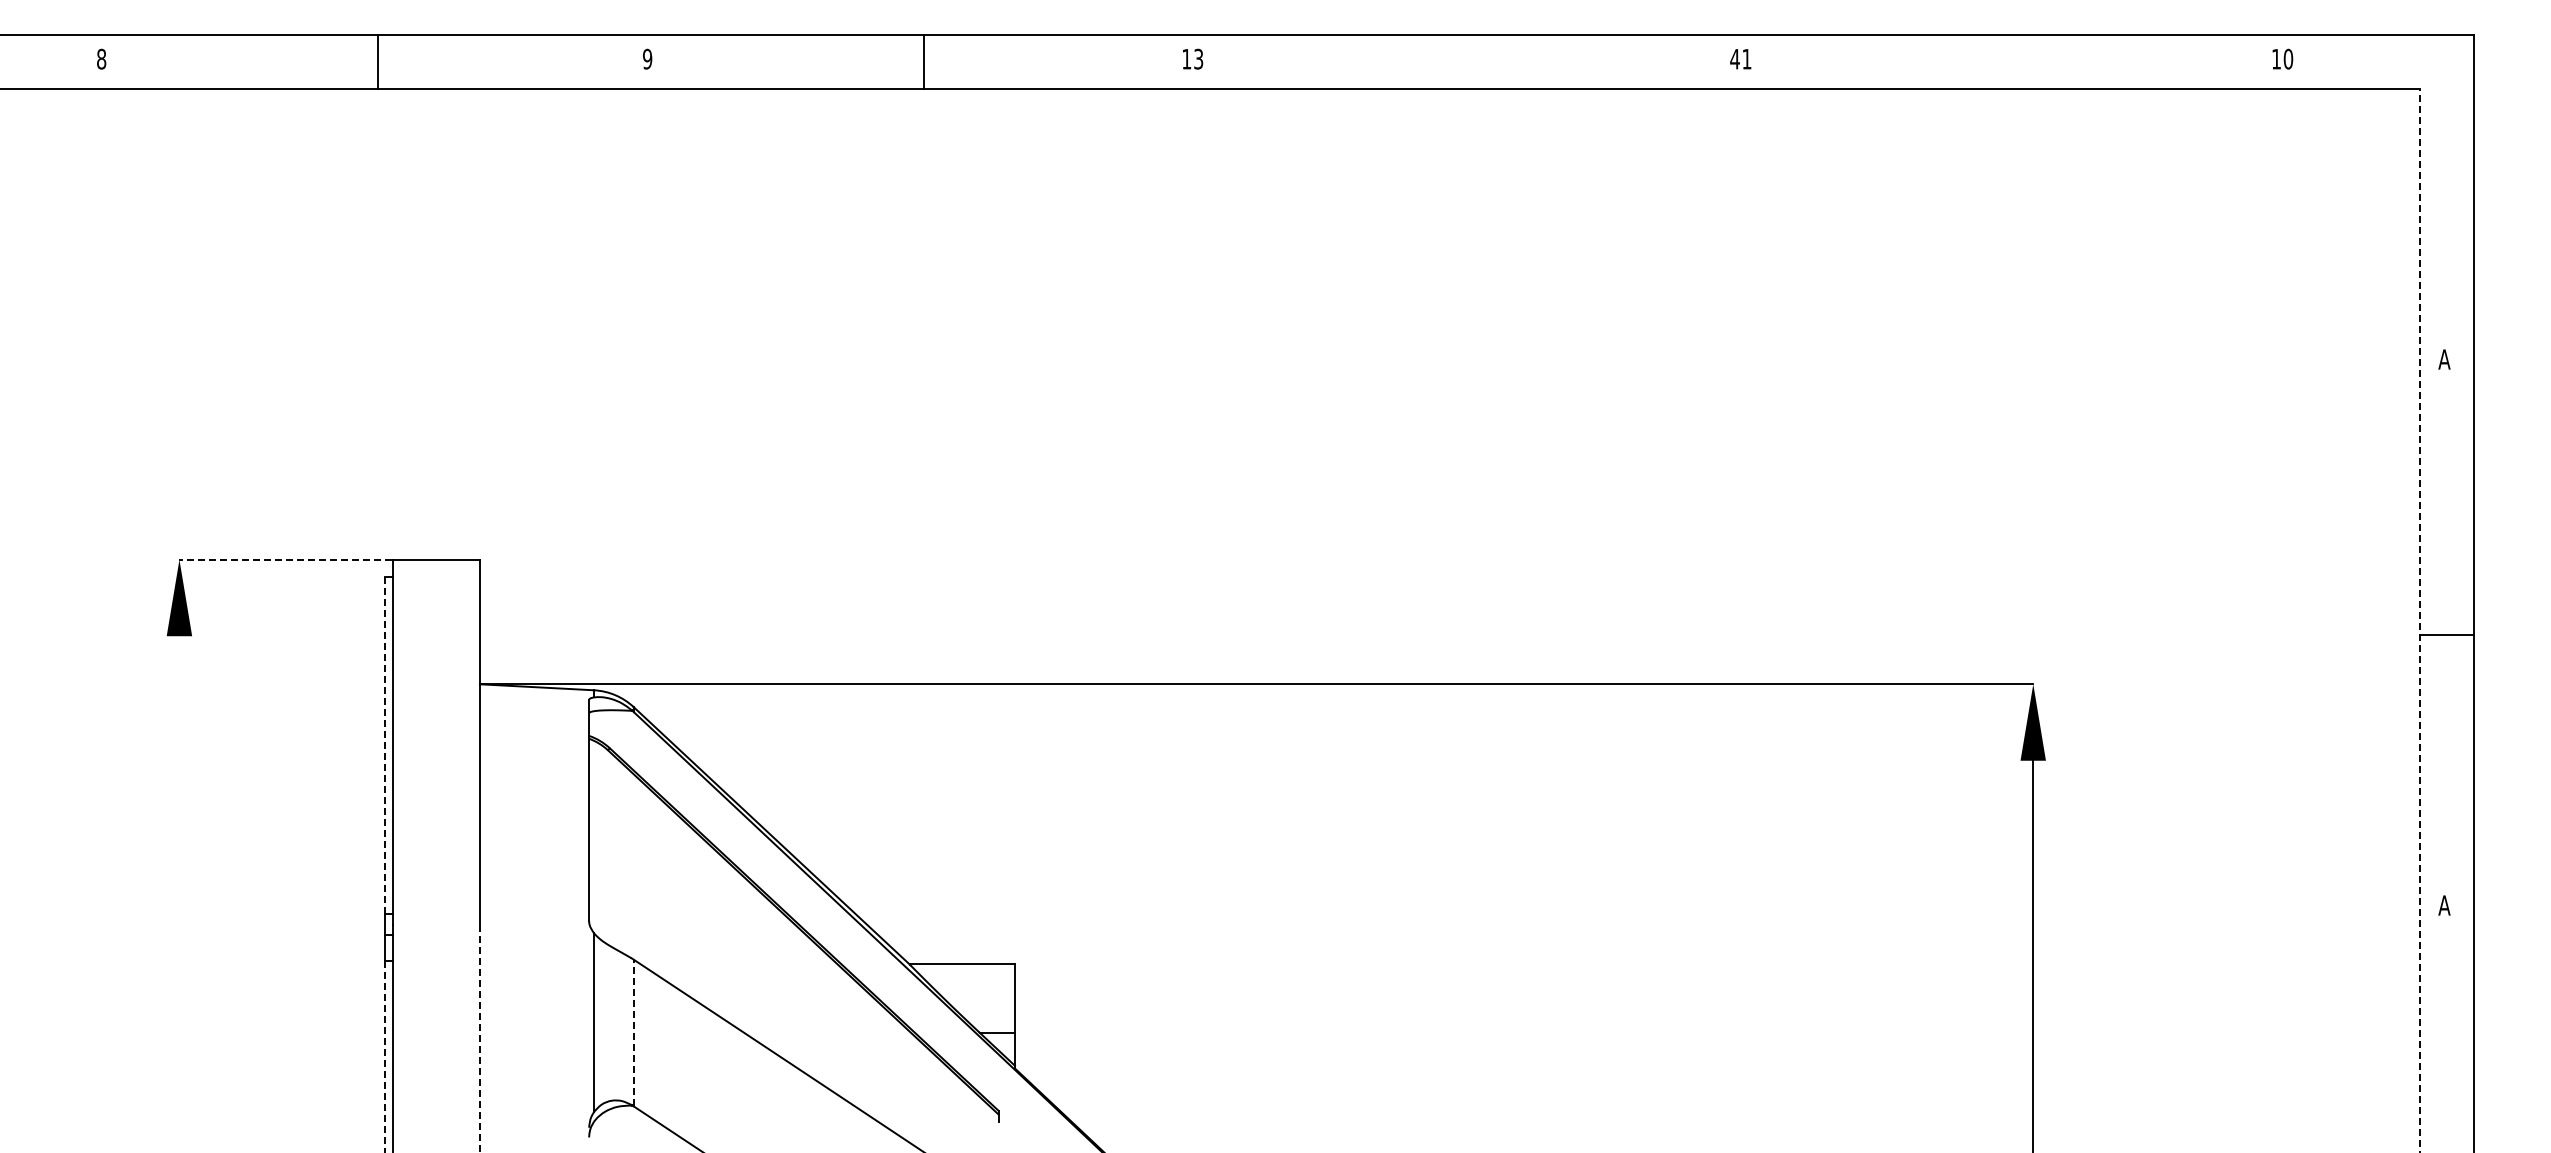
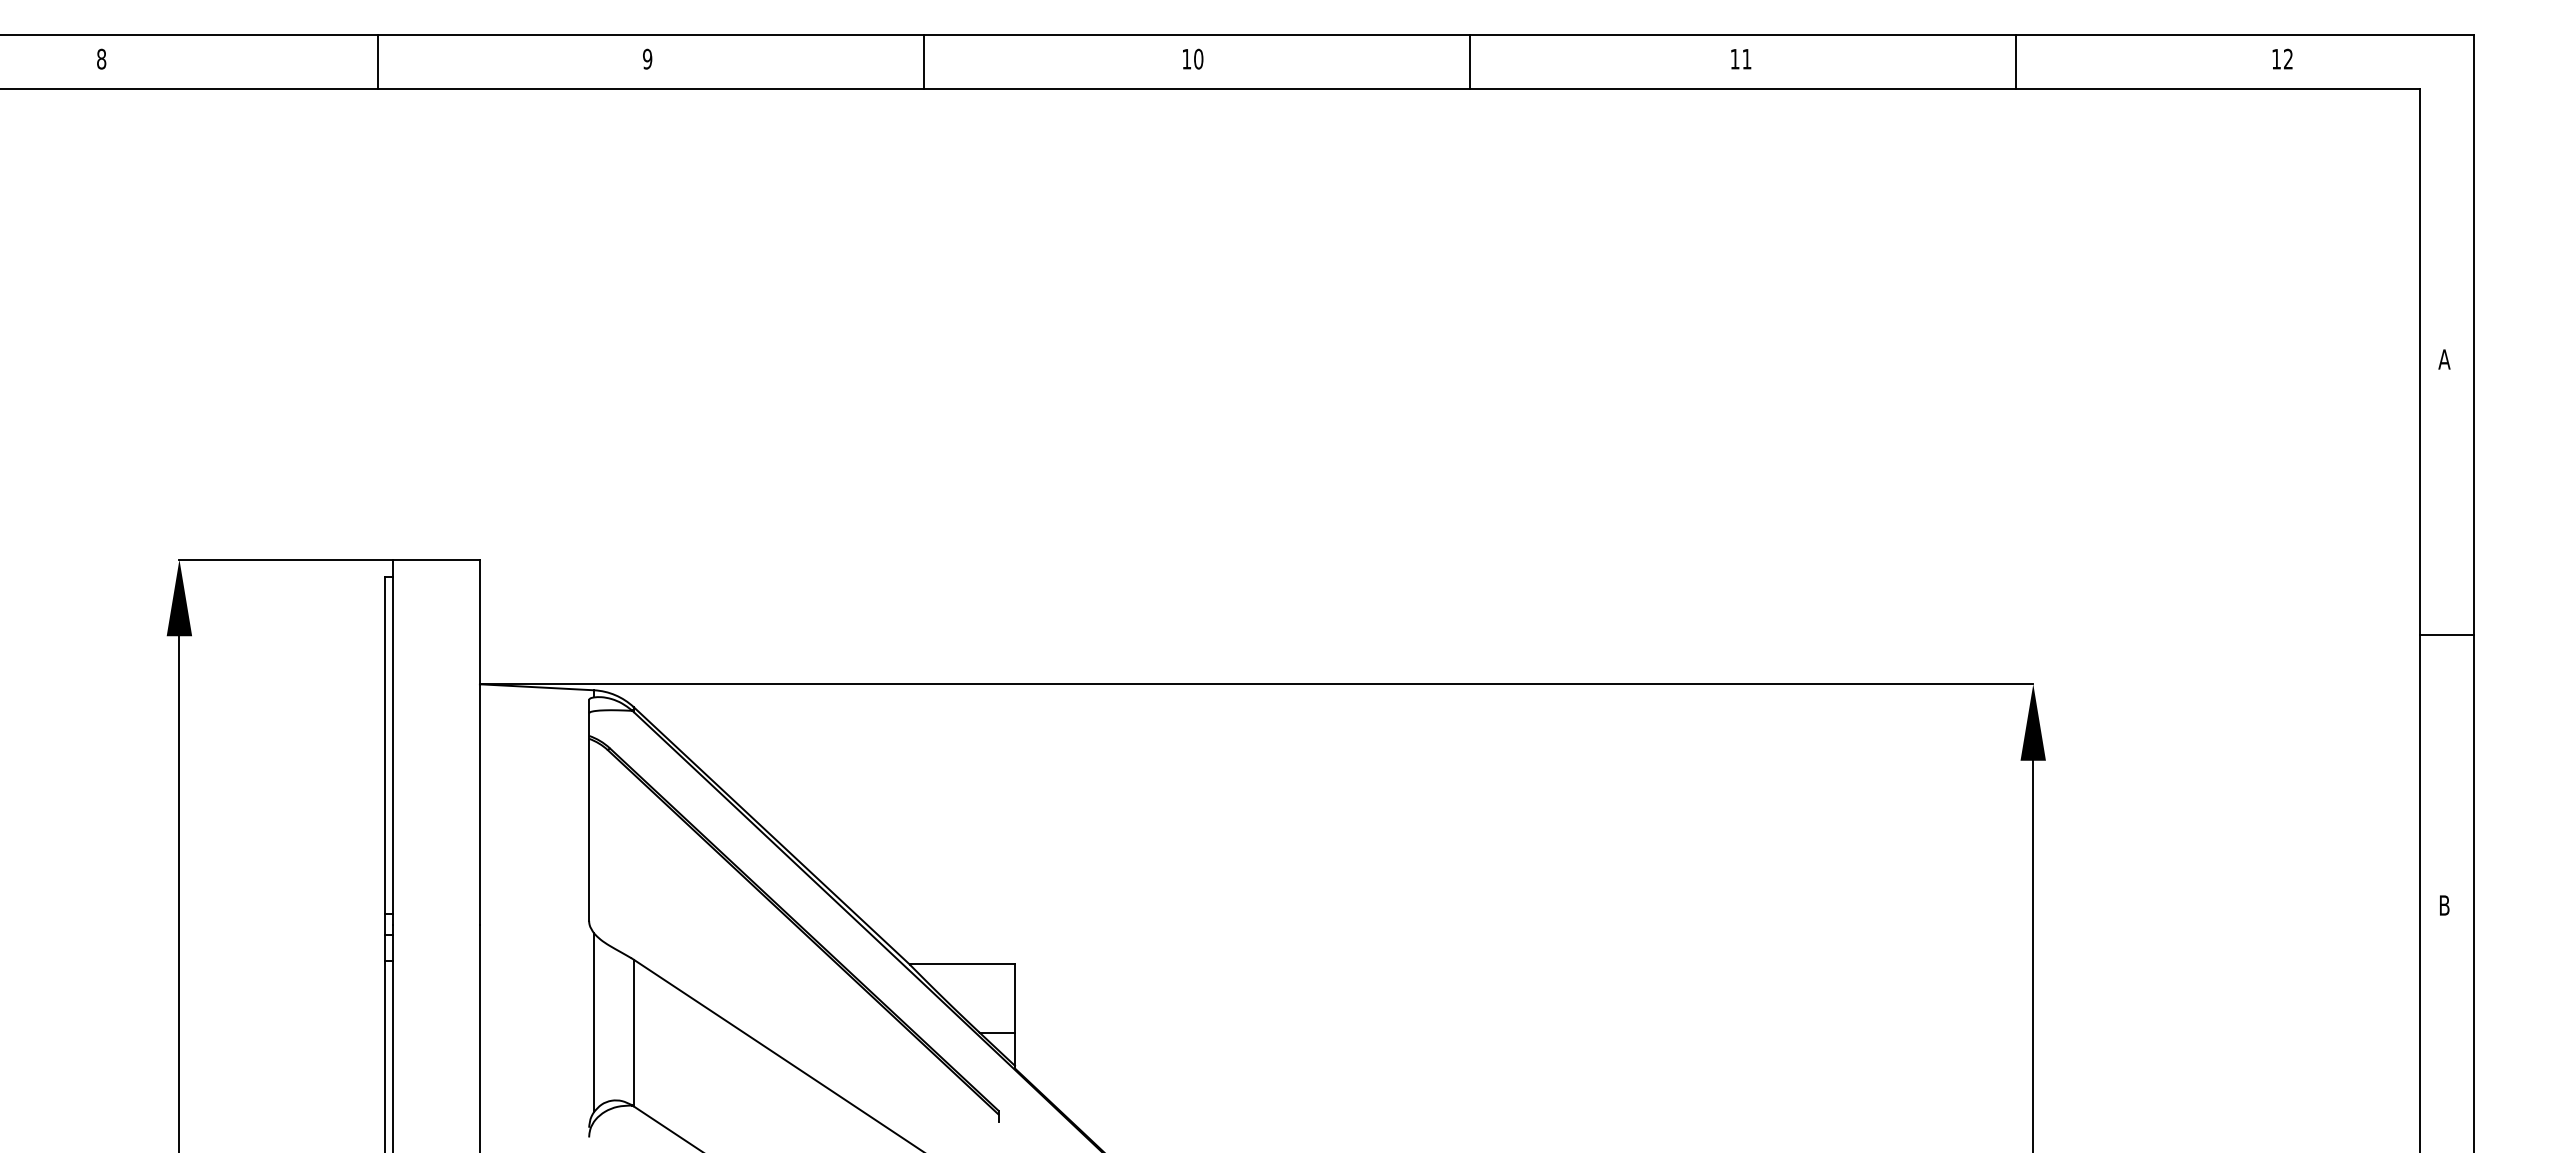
text at (1198, 58): 13 -> 10
text at (2288, 58): 10 -> 12
text at (1734, 59): 41 -> 11
line at (1469, 61): none -> present
line at (2015, 61): none -> present
line at (285, 559): dashed -> solid
line at (2419, 621): dashed -> solid
line at (384, 745): dashed -> solid
line at (179, 892): none -> present
text at (2444, 905): A -> B
line at (633, 1032): dashed -> solid
line at (479, 1039): dashed -> solid
line at (384, 1056): dashed -> solid
